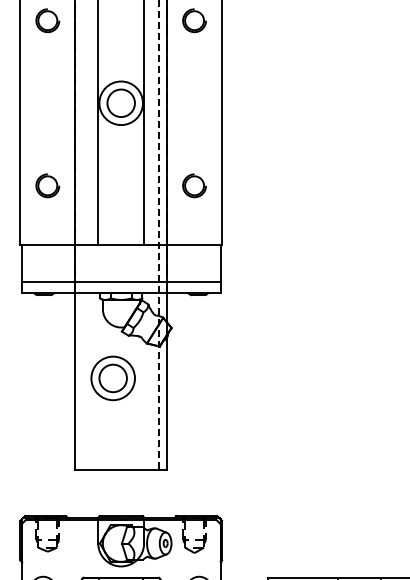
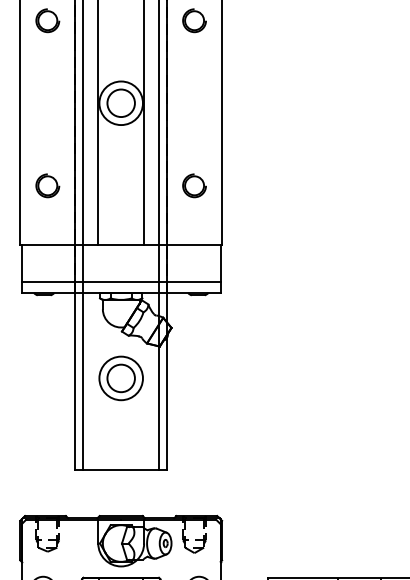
line at (159, 235): dashed -> solid
line at (83, 236): none -> present
part at (112, 378) position: (112, 378) -> (120, 378)
